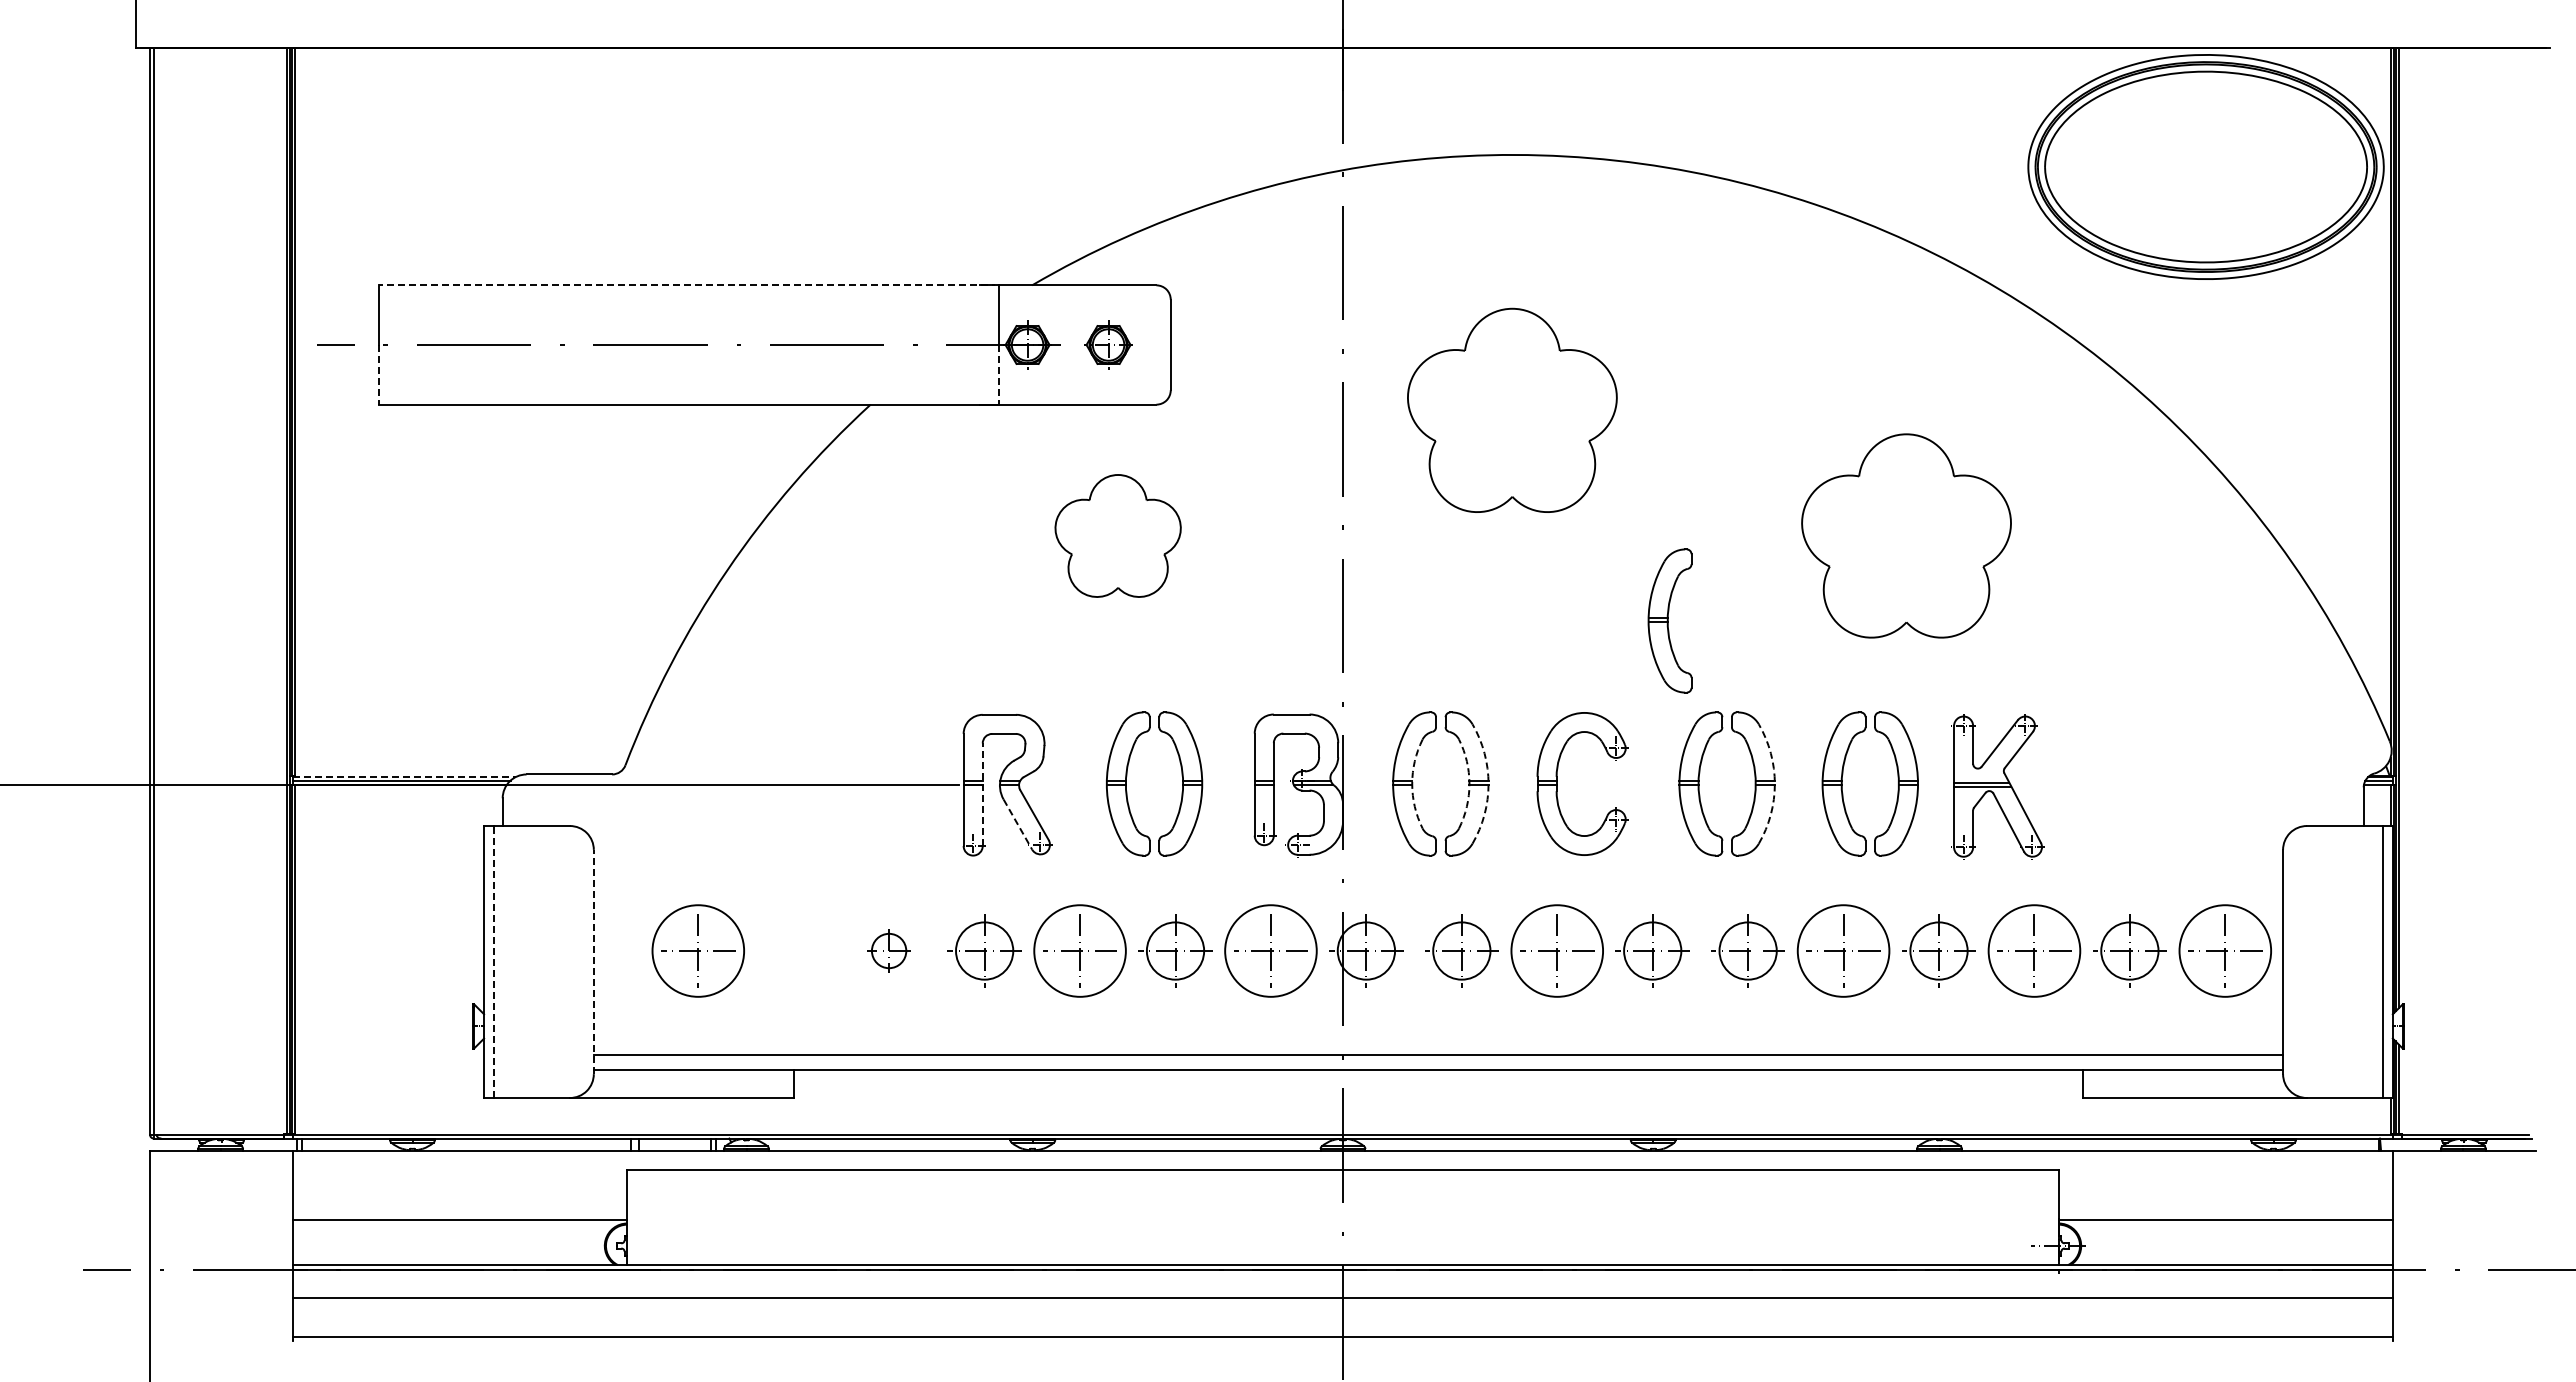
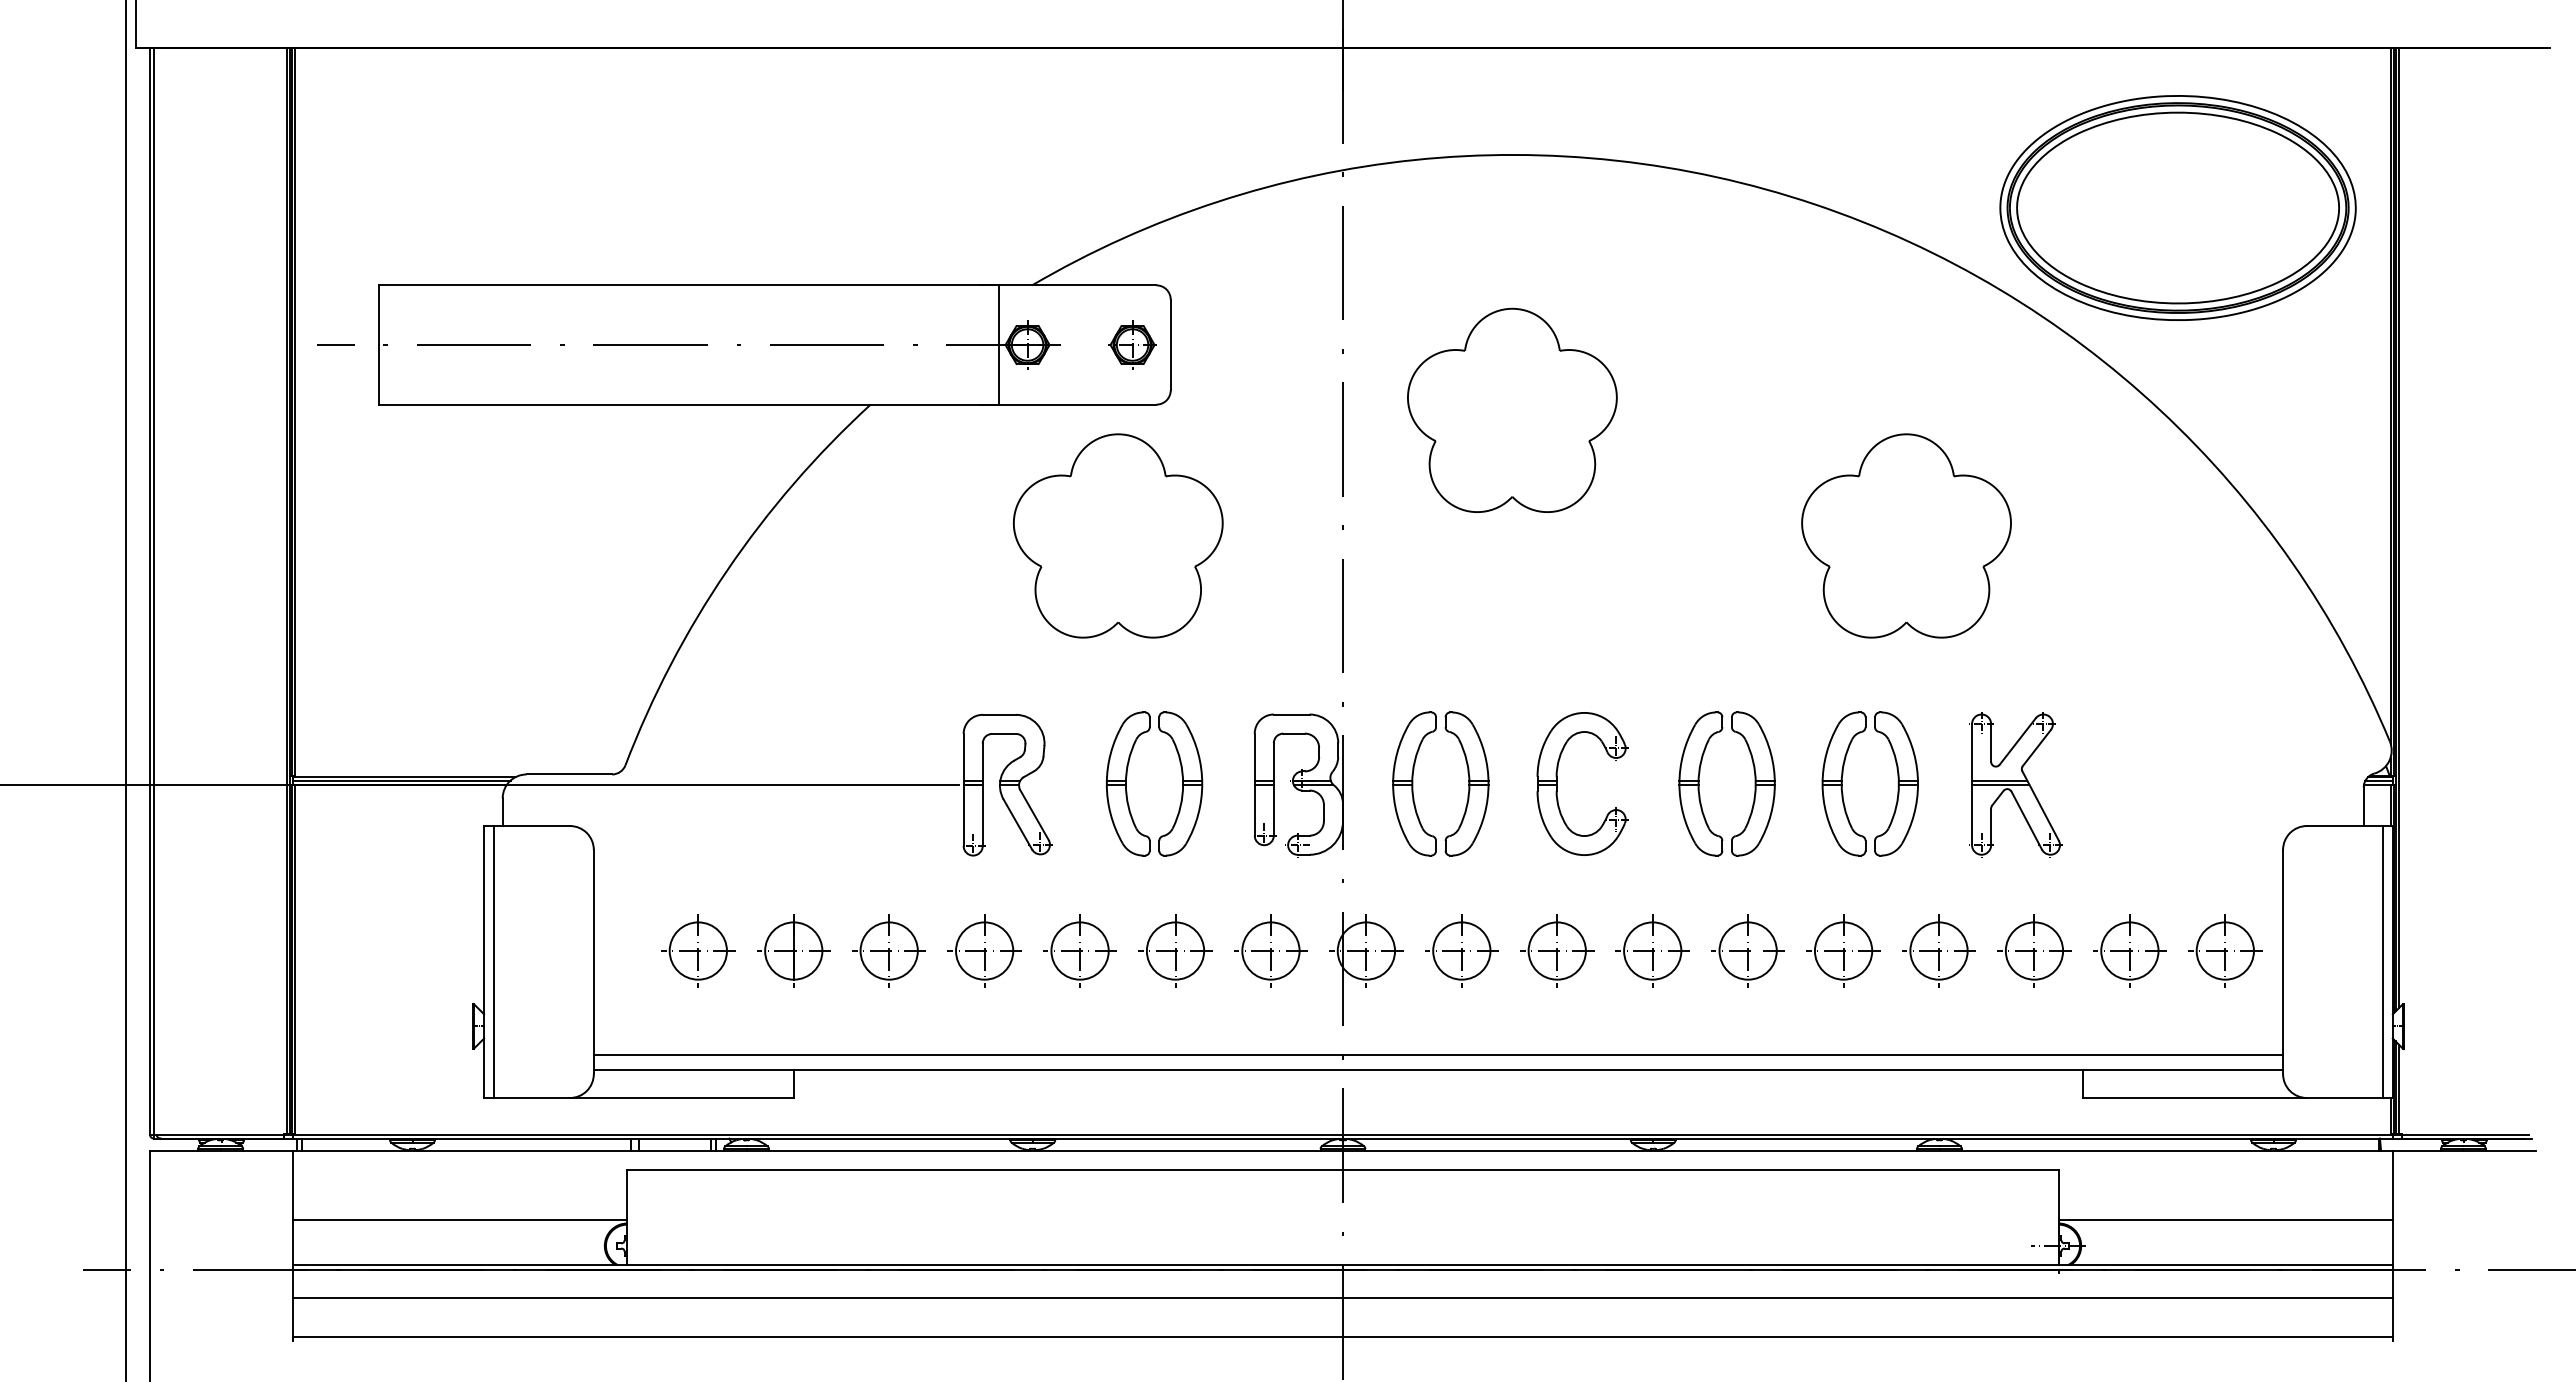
part at (2205, 166) position: (2205, 166) -> (2177, 207)
line at (688, 285): dashed -> solid
part at (1108, 344) position: (1108, 344) -> (1132, 344)
line at (378, 374): dashed -> solid
line at (998, 374): dashed -> solid
part at (1117, 535) size: 128x124 px -> 212x206 px
part at (1669, 620): present -> none
line at (126, 690): none -> present
line at (405, 776): dashed -> solid
arc at (1412, 784): dashed -> solid
arc at (1469, 784): dashed -> solid
arc at (1488, 784): dashed -> solid
arc at (1774, 784): dashed -> solid
part at (1997, 786) position: (1997, 786) -> (2015, 784)
line at (982, 794): dashed -> solid
line at (1017, 824): dashed -> solid
circle at (698, 950) diameter: 92 px -> 57 px
part at (793, 950): none -> present
part at (888, 950) size: 44x44 px -> 74x74 px
circle at (1079, 950) diameter: 92 px -> 57 px
circle at (1270, 950) diameter: 92 px -> 57 px
circle at (1557, 950) diameter: 92 px -> 57 px
circle at (1843, 950) diameter: 92 px -> 57 px
circle at (2034, 950) diameter: 92 px -> 57 px
circle at (2225, 950) diameter: 92 px -> 57 px
line at (593, 961): dashed -> solid
line at (493, 962): dashed -> solid
